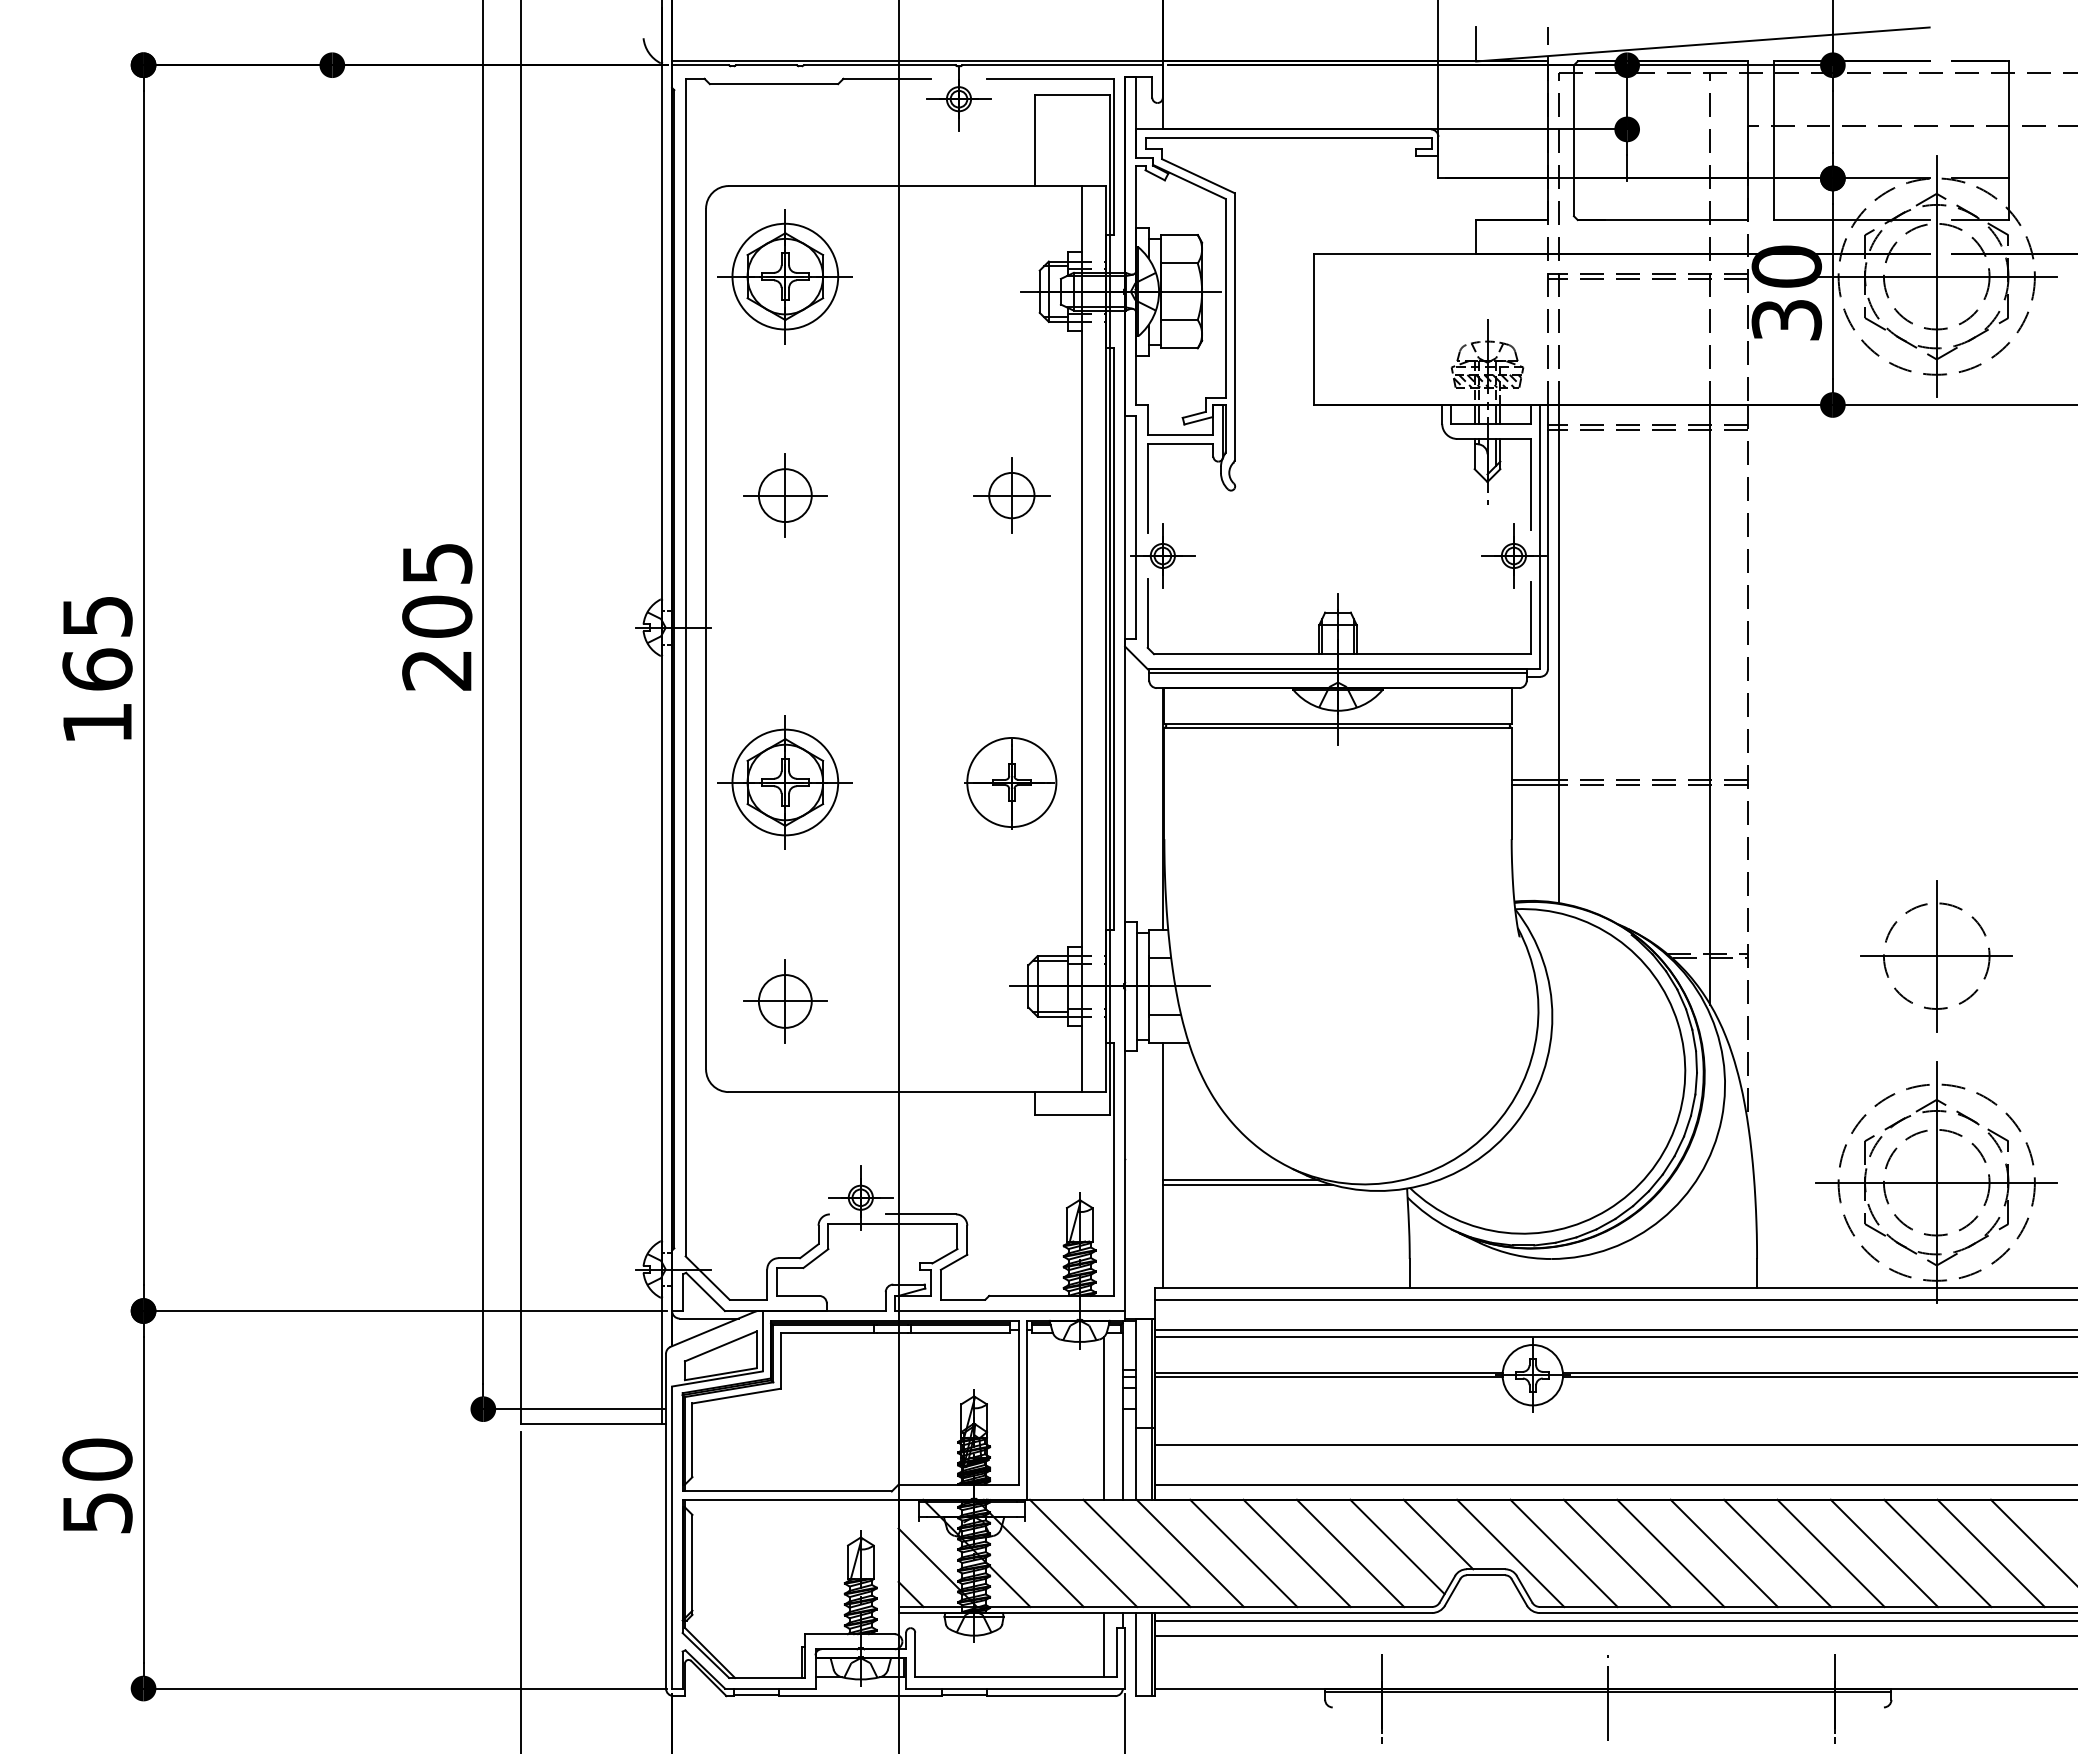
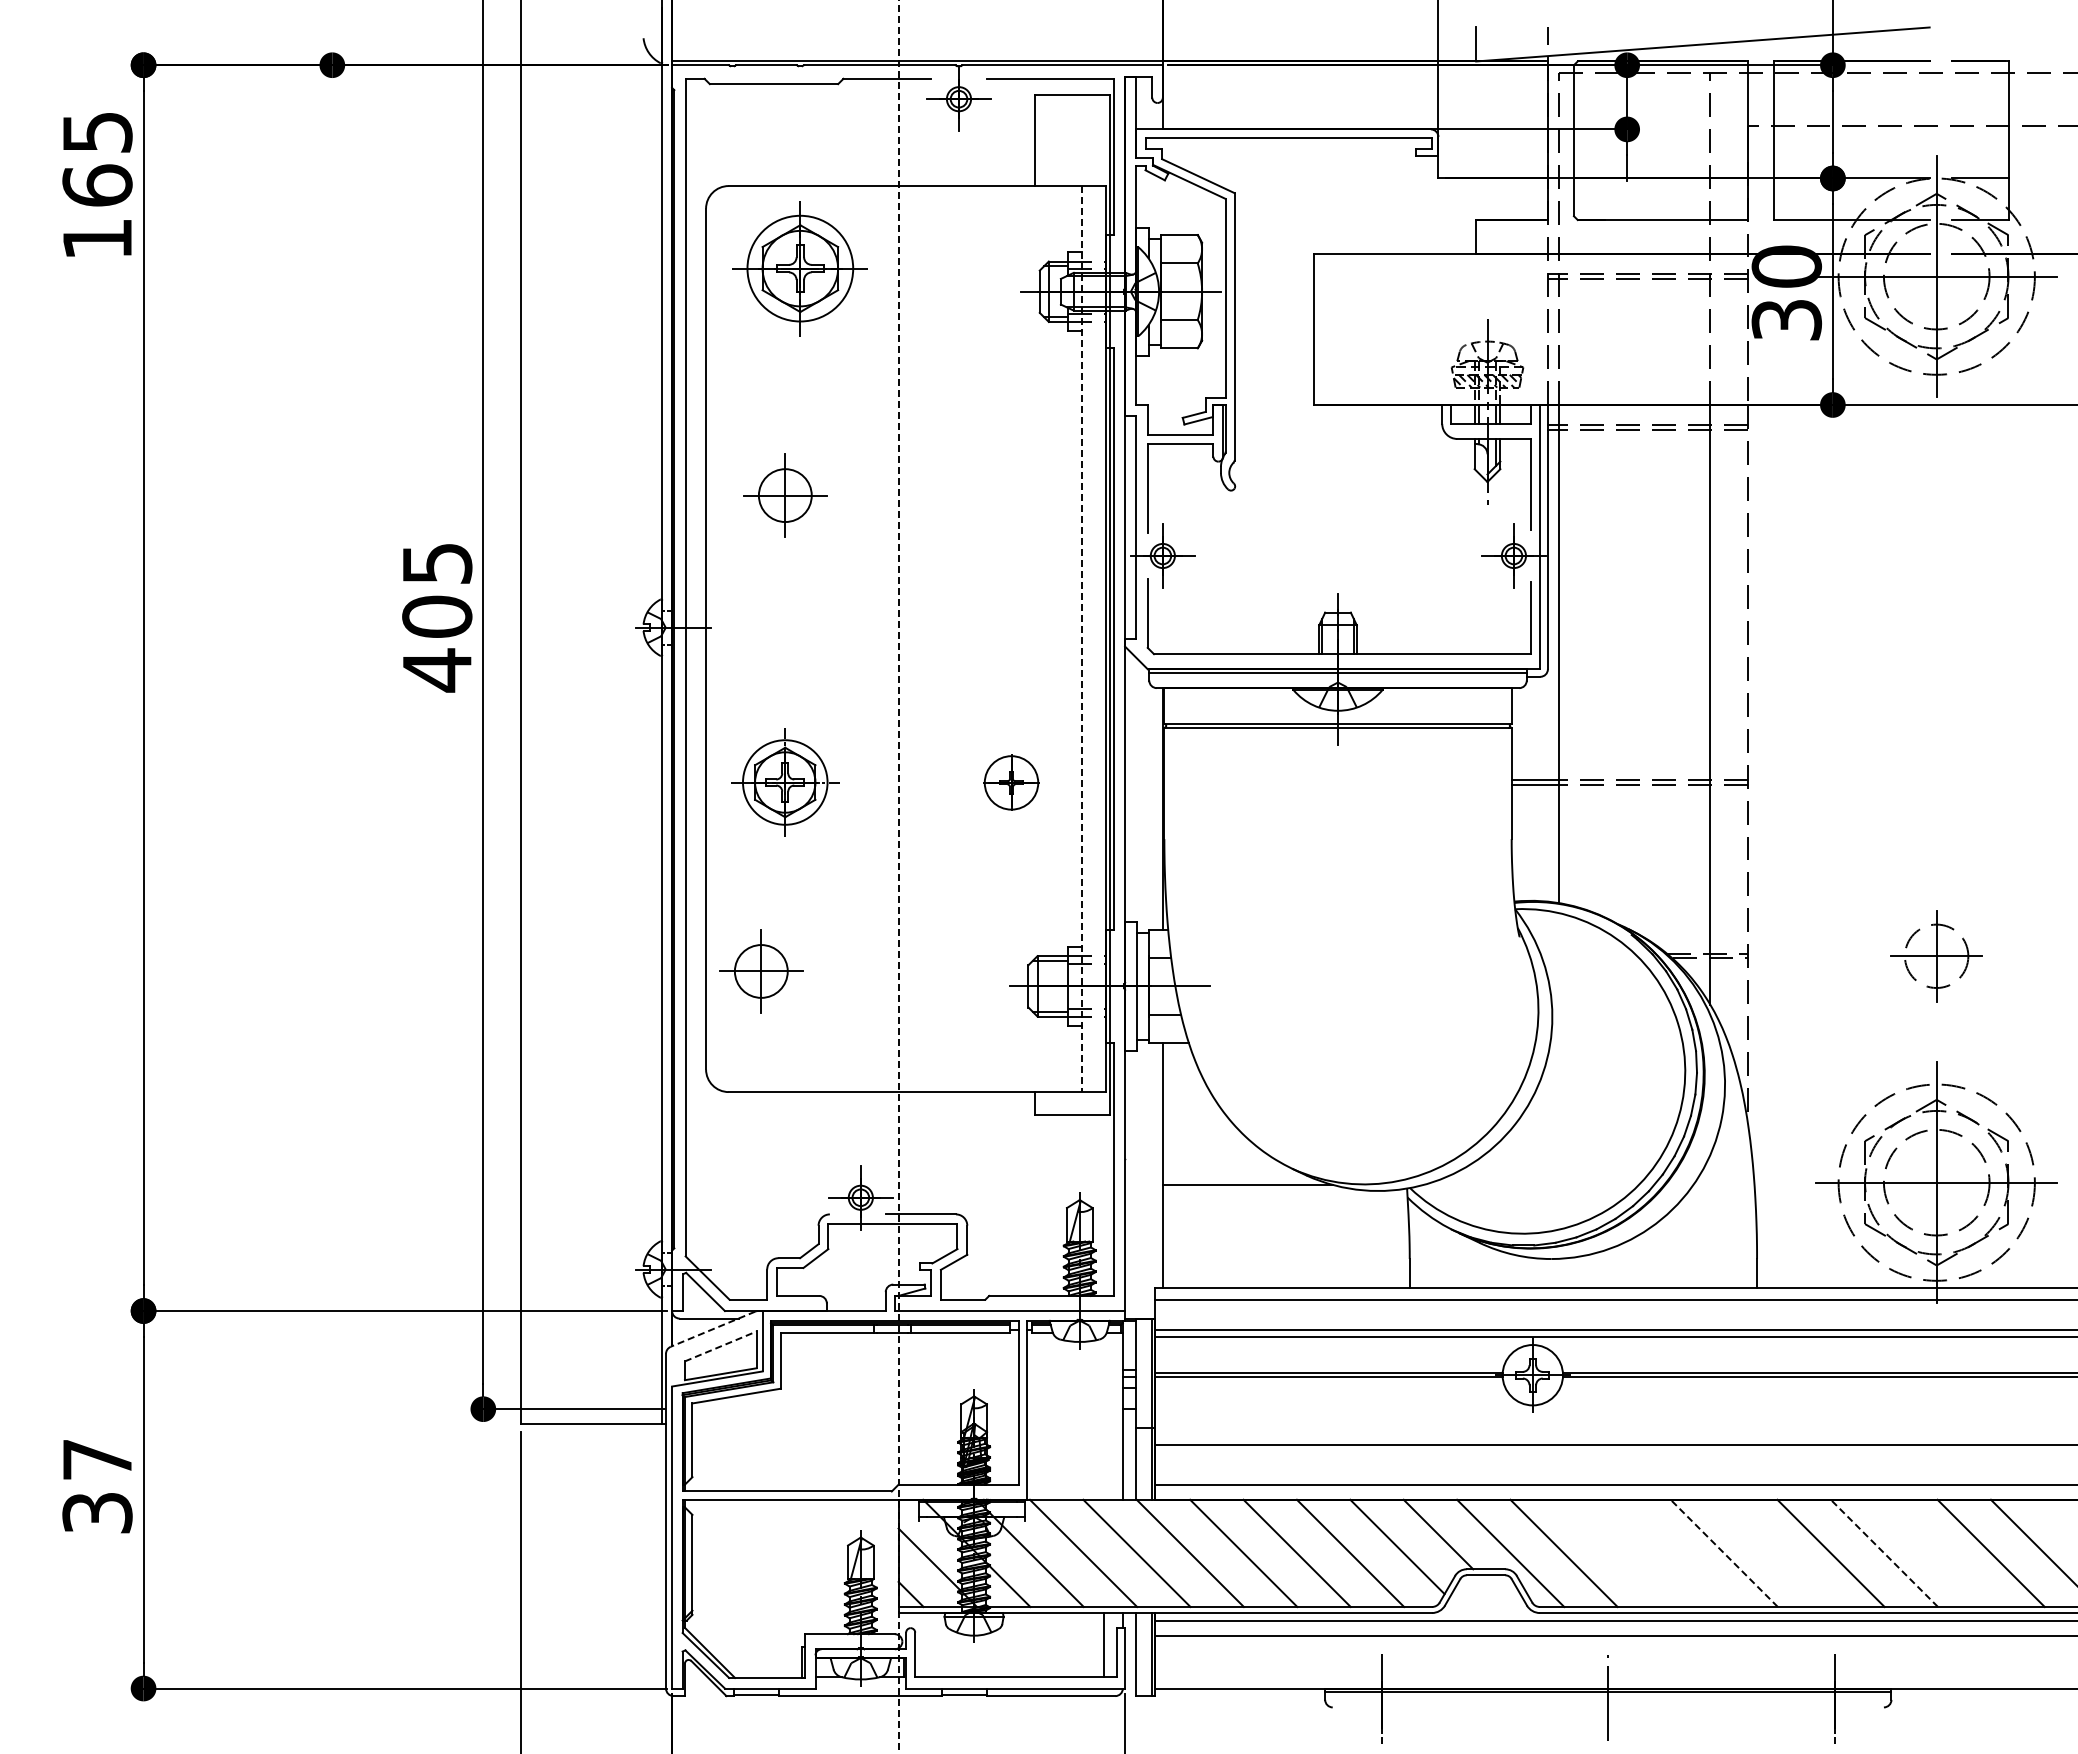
part at (784, 276) position: (784, 276) -> (799, 268)
part at (1011, 495): present -> none
line at (1082, 639): solid -> dashed
text at (97, 668) position: (97, 668) -> (97, 184)
text at (436, 670): 205 -> 405
part at (784, 782) size: 136x135 px -> 109x109 px
part at (1010, 783) size: 94x93 px -> 57x57 px
line at (898, 876): solid -> dashed
part at (1936, 956) size: 153x153 px -> 93x93 px
part at (785, 1001) position: (785, 1001) -> (761, 971)
line at (1240, 1180): present -> none
line at (712, 1329): solid -> dashed
line at (720, 1346): solid -> dashed
line at (1103, 1418): present -> none
text at (97, 1485): 50 -> 37
line at (1617, 1553): present -> none
line at (1670, 1553): present -> none
line at (1724, 1553): solid -> dashed
line at (1777, 1553): present -> none
line at (1884, 1553): solid -> dashed
line at (1937, 1553): present -> none
